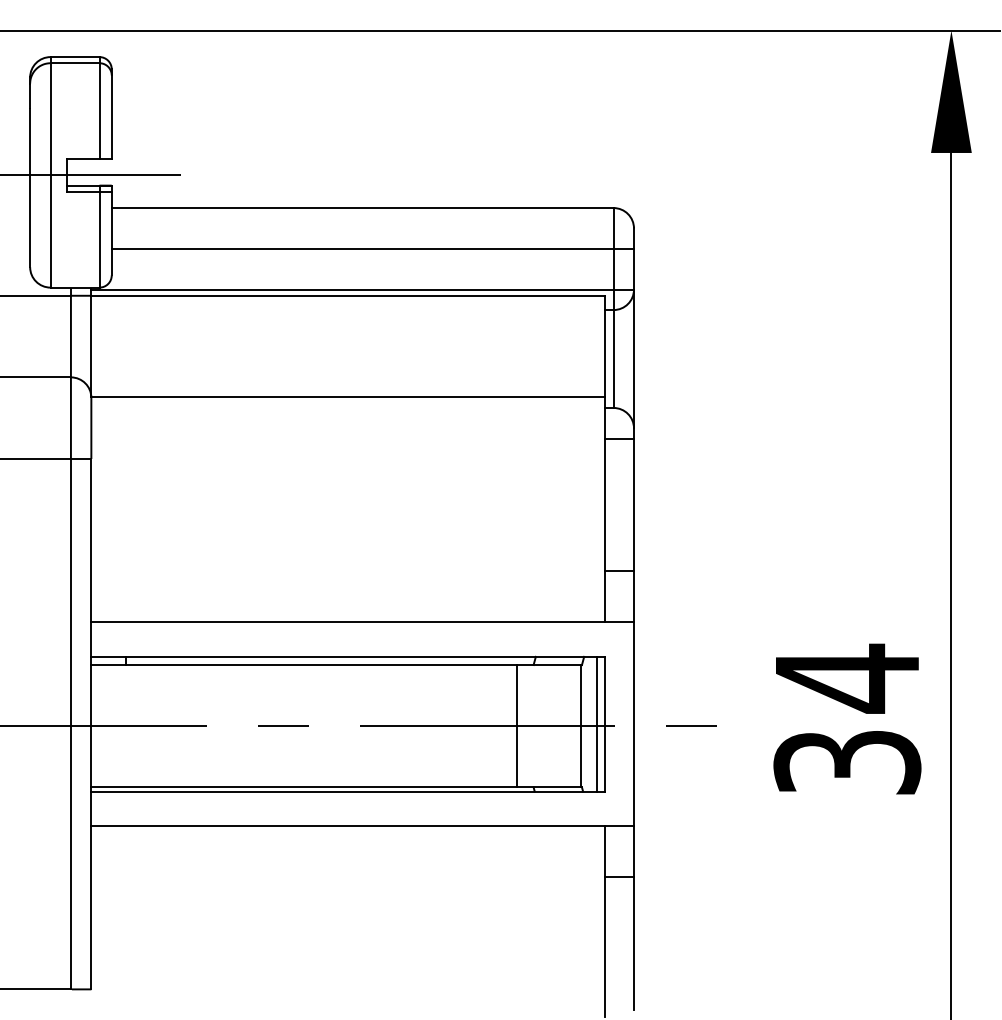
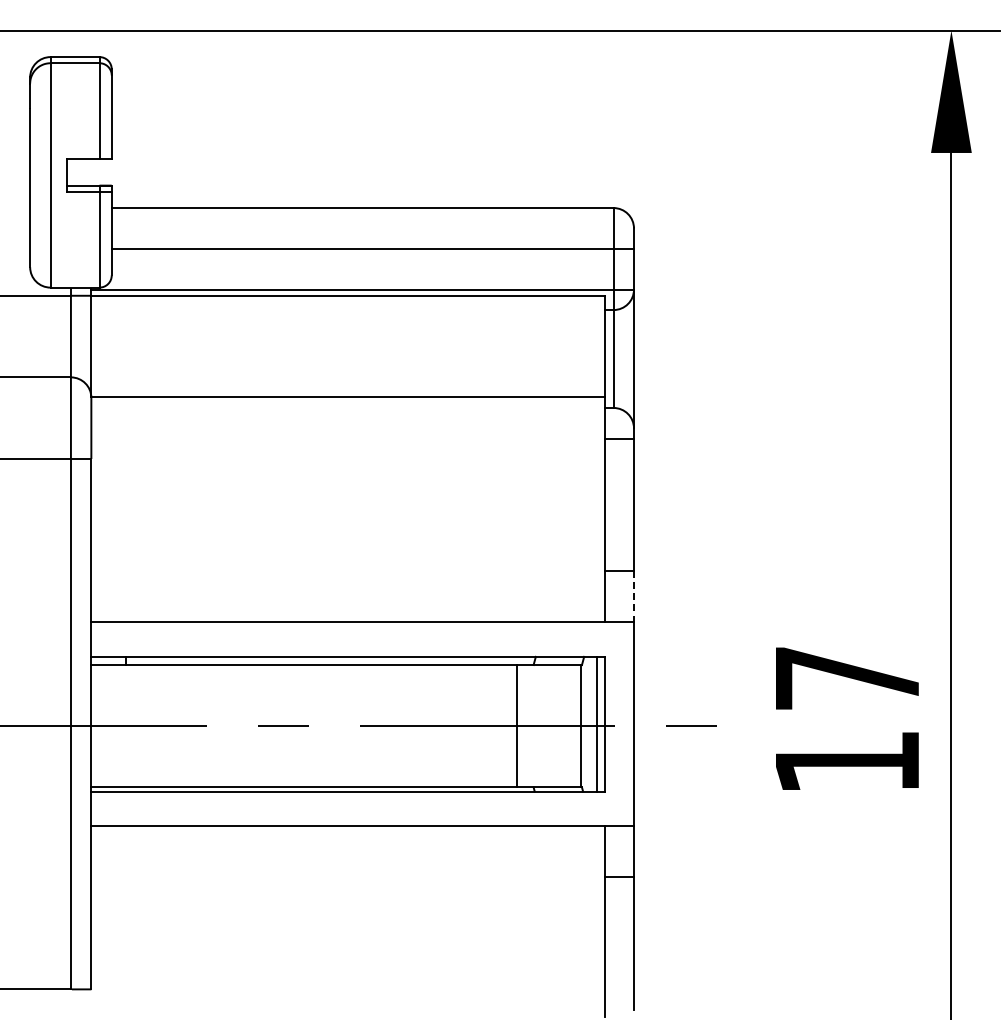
line at (91, 175): present -> none
line at (634, 597): solid -> dashed
text at (847, 718): 34 -> 17
